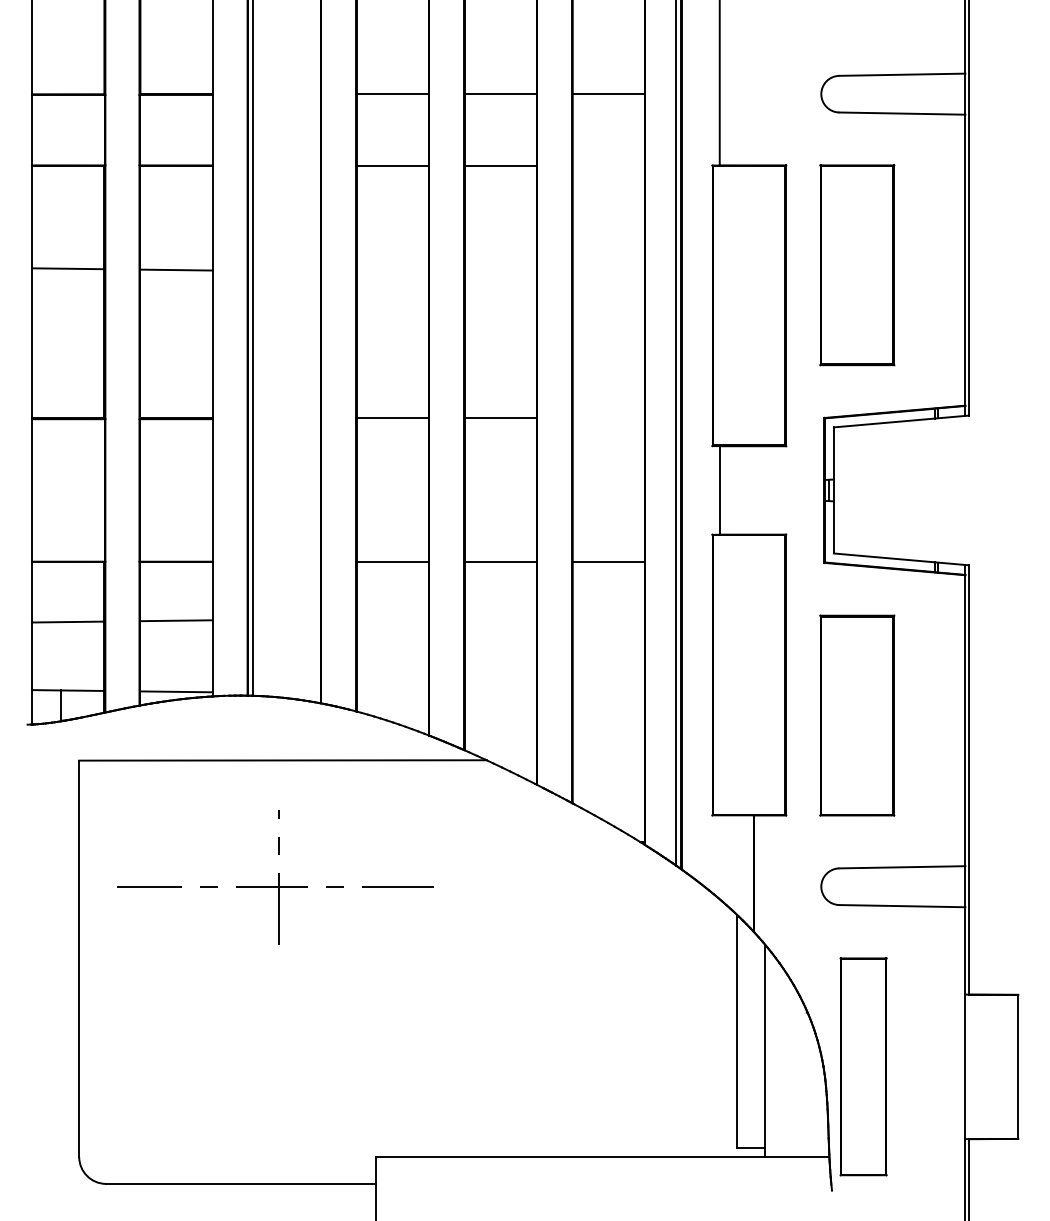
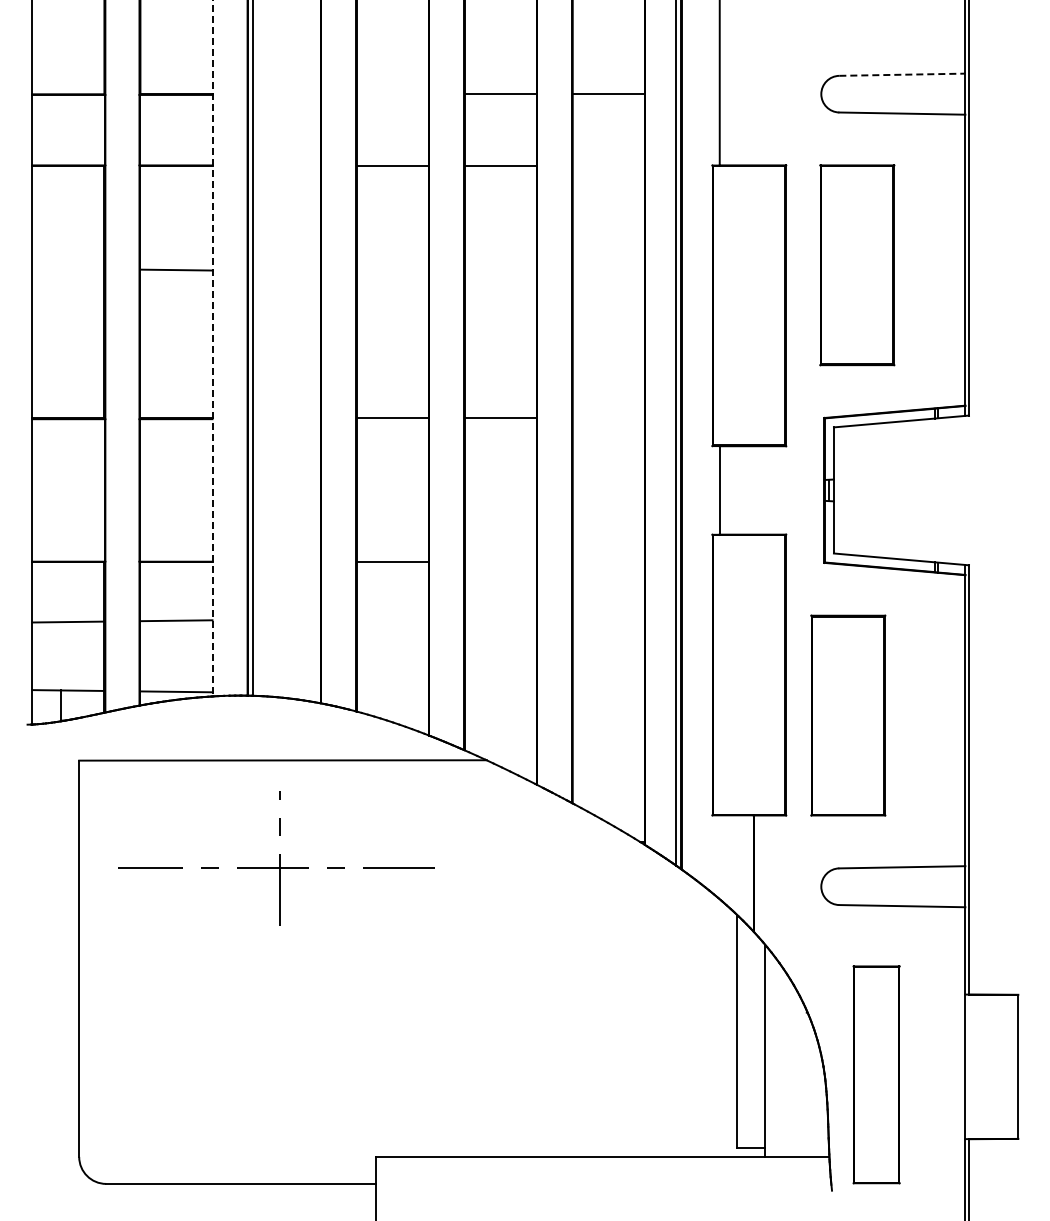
line at (902, 74): solid -> dashed
line at (392, 94): present -> none
line at (68, 268): present -> none
line at (212, 348): solid -> dashed
line at (500, 562): present -> none
line at (608, 562): present -> none
part at (857, 715) position: (857, 715) -> (848, 715)
part at (275, 877) position: (275, 877) -> (276, 858)
part at (863, 1066) position: (863, 1066) -> (876, 1074)
